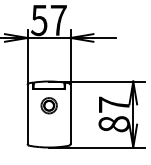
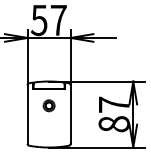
part at (48, 105) size: 18x18 px -> 14x14 px
